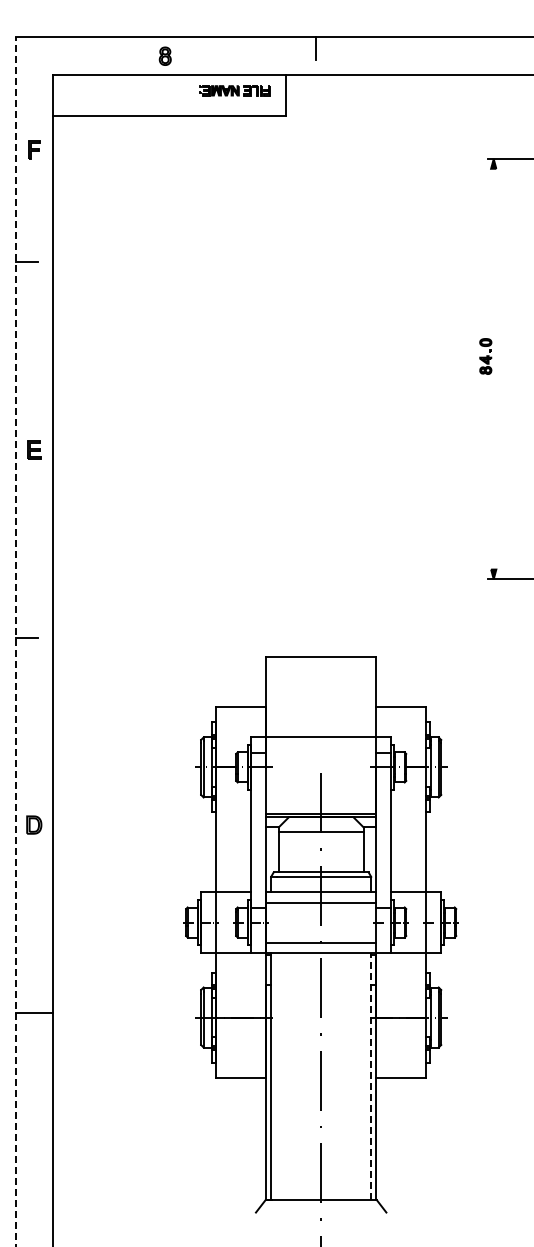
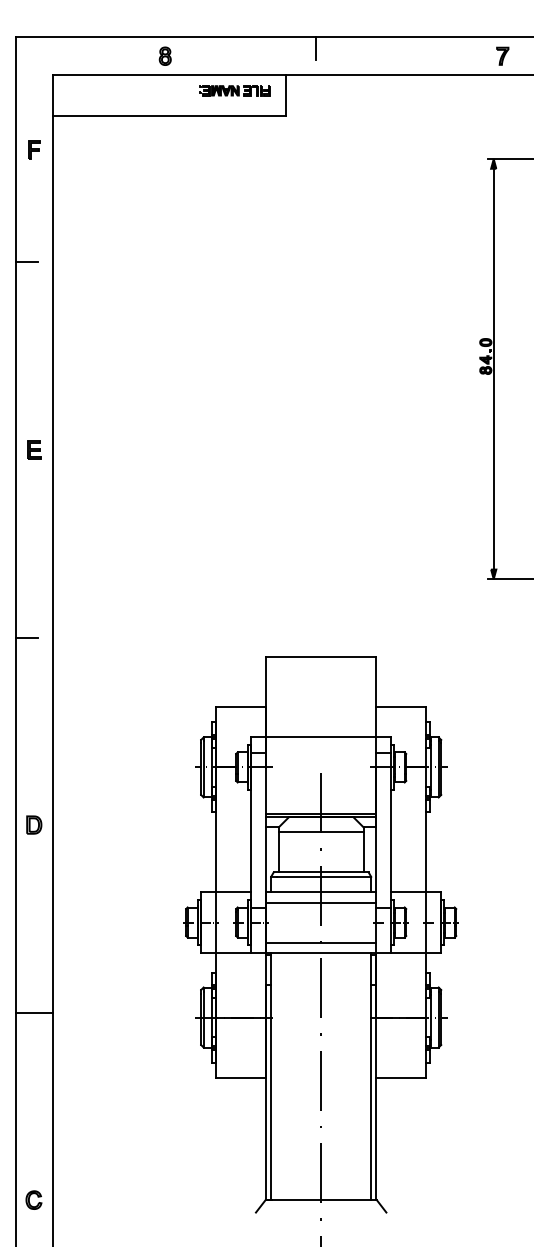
part at (502, 55): none -> present
line at (493, 368): none -> present
line at (15, 641): dashed -> solid
line at (371, 1076): dashed -> solid
part at (33, 1199): none -> present
